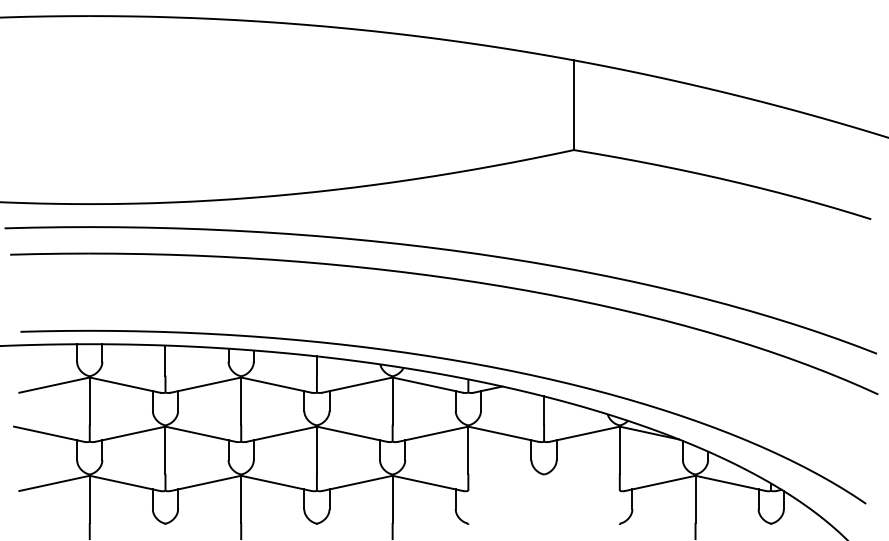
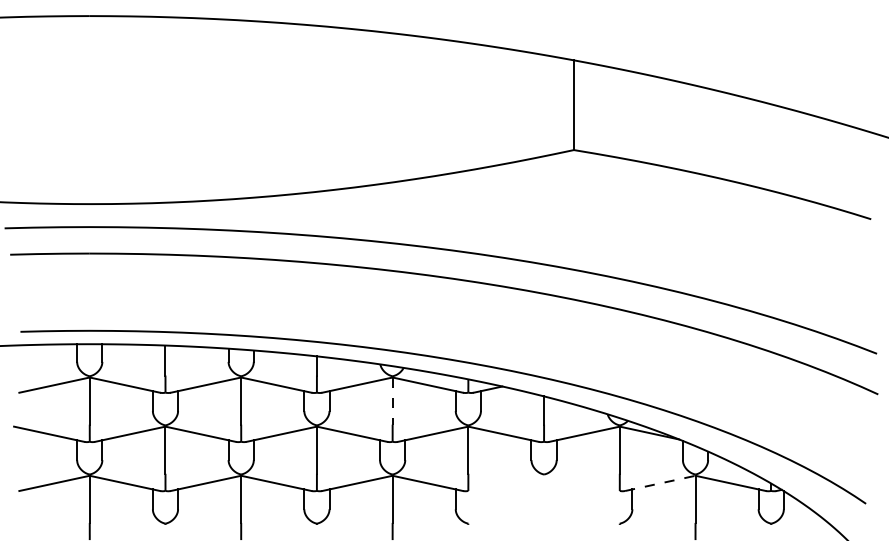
line at (392, 401): solid -> dashed
line at (660, 483): solid -> dashed
